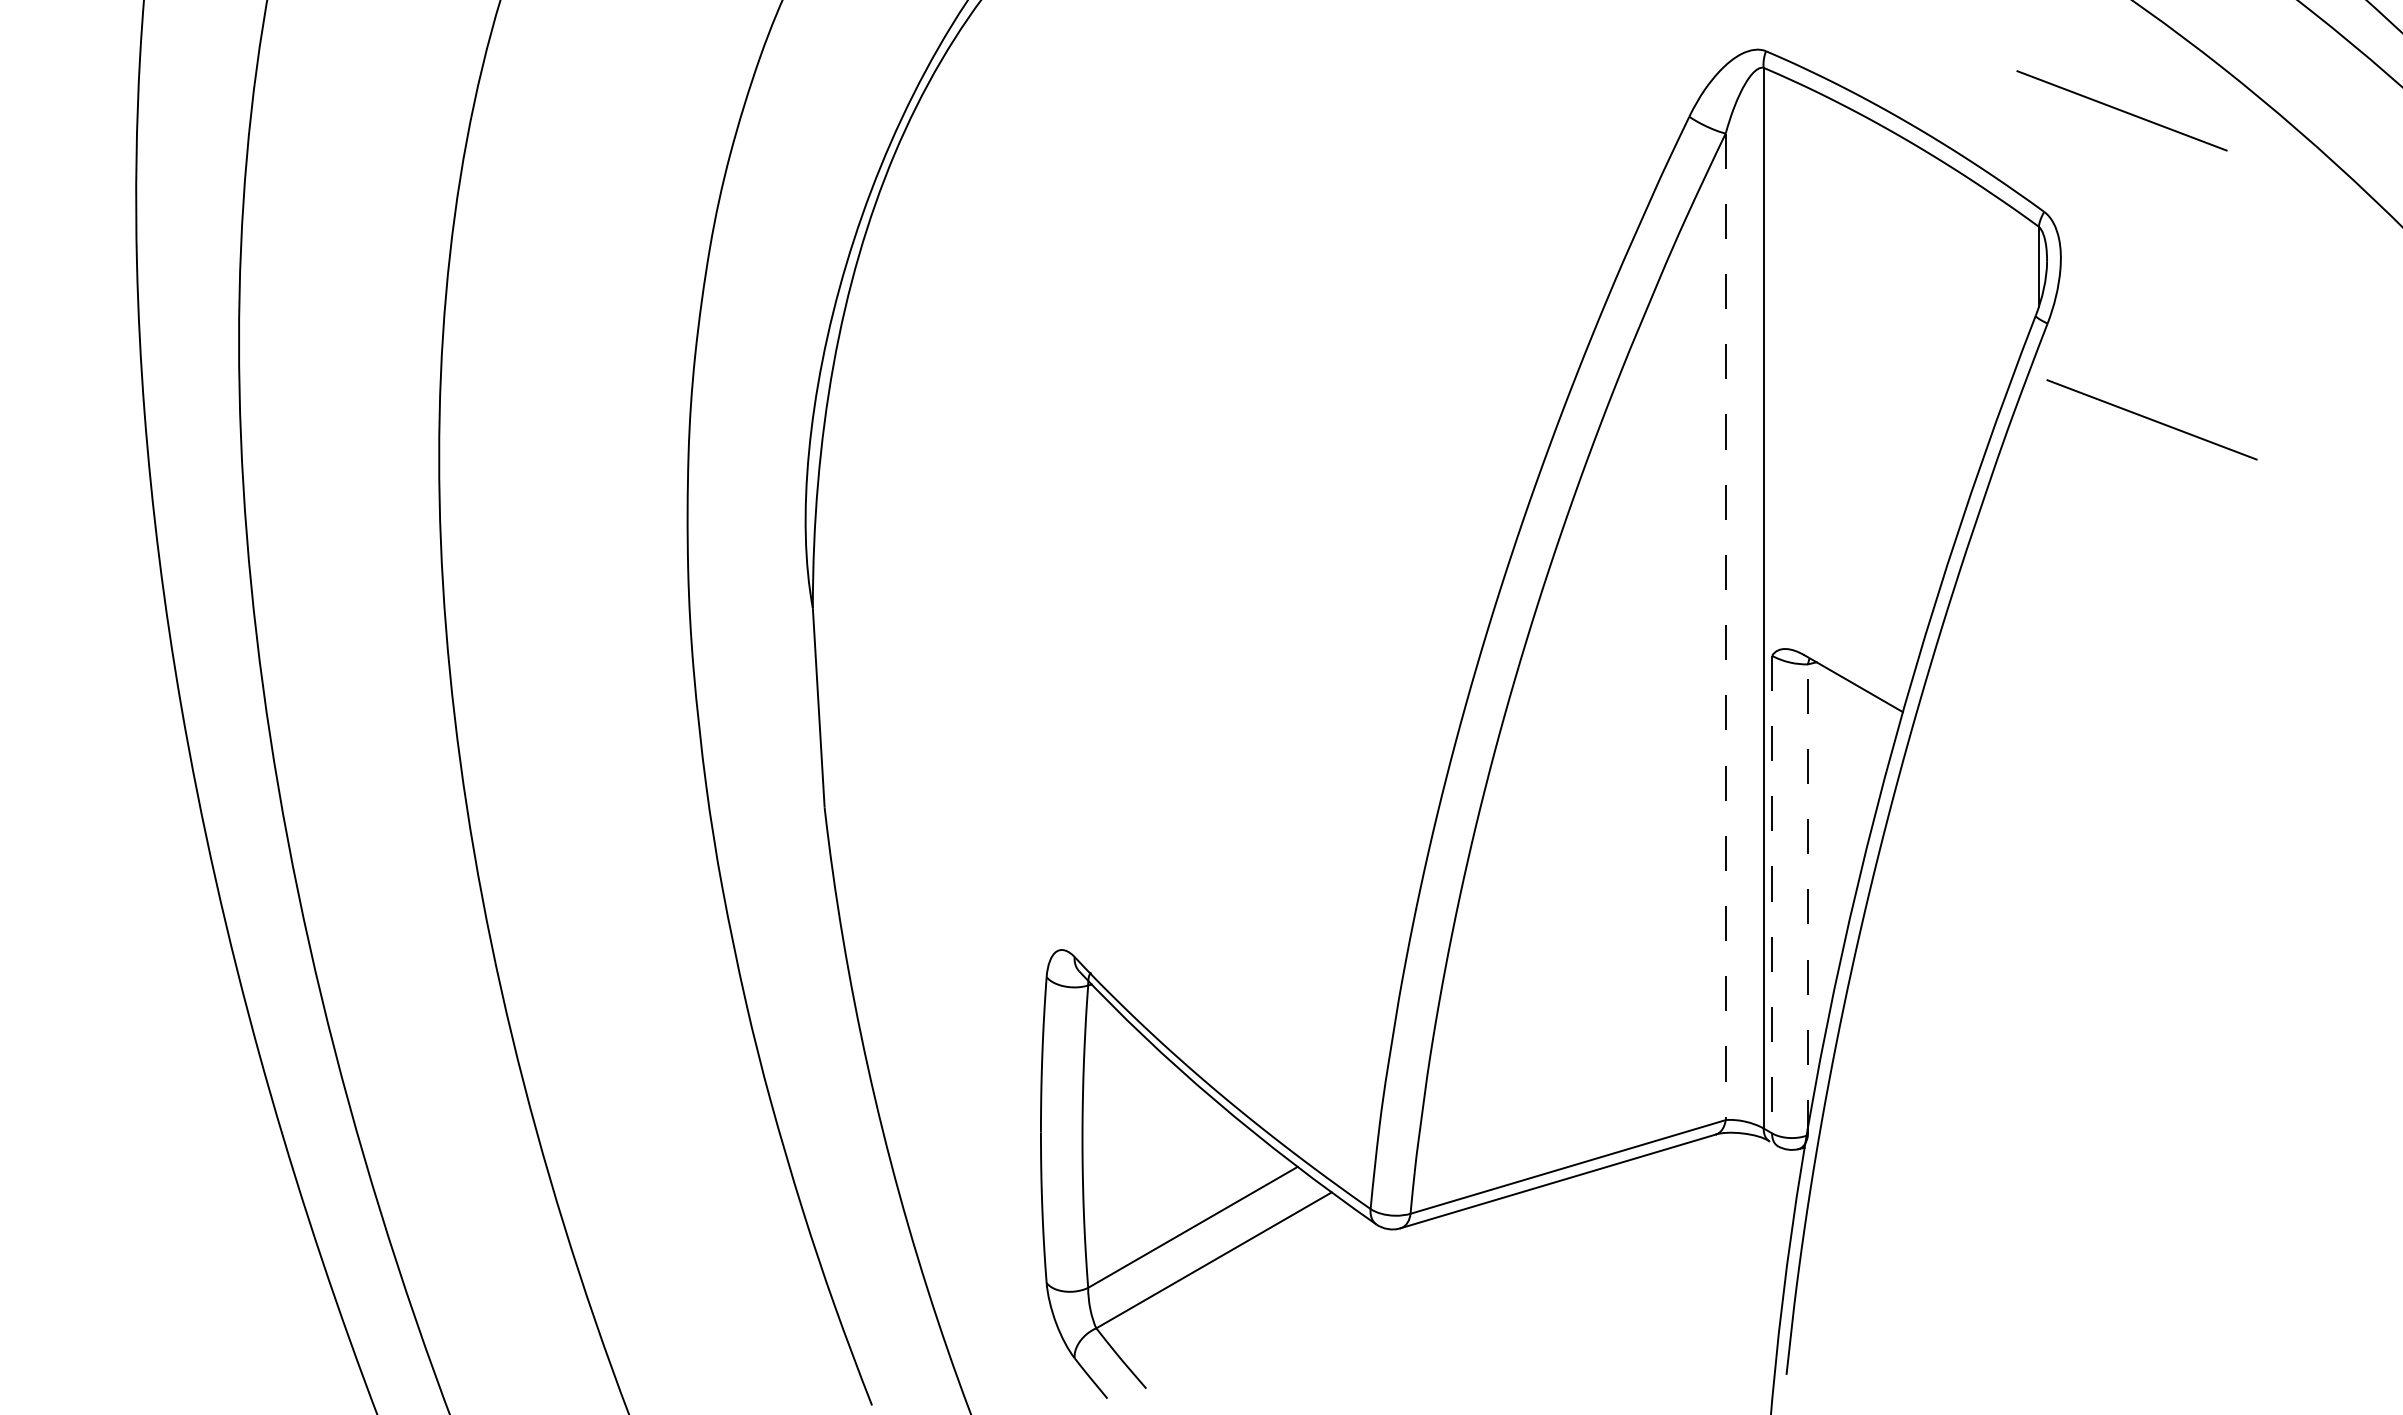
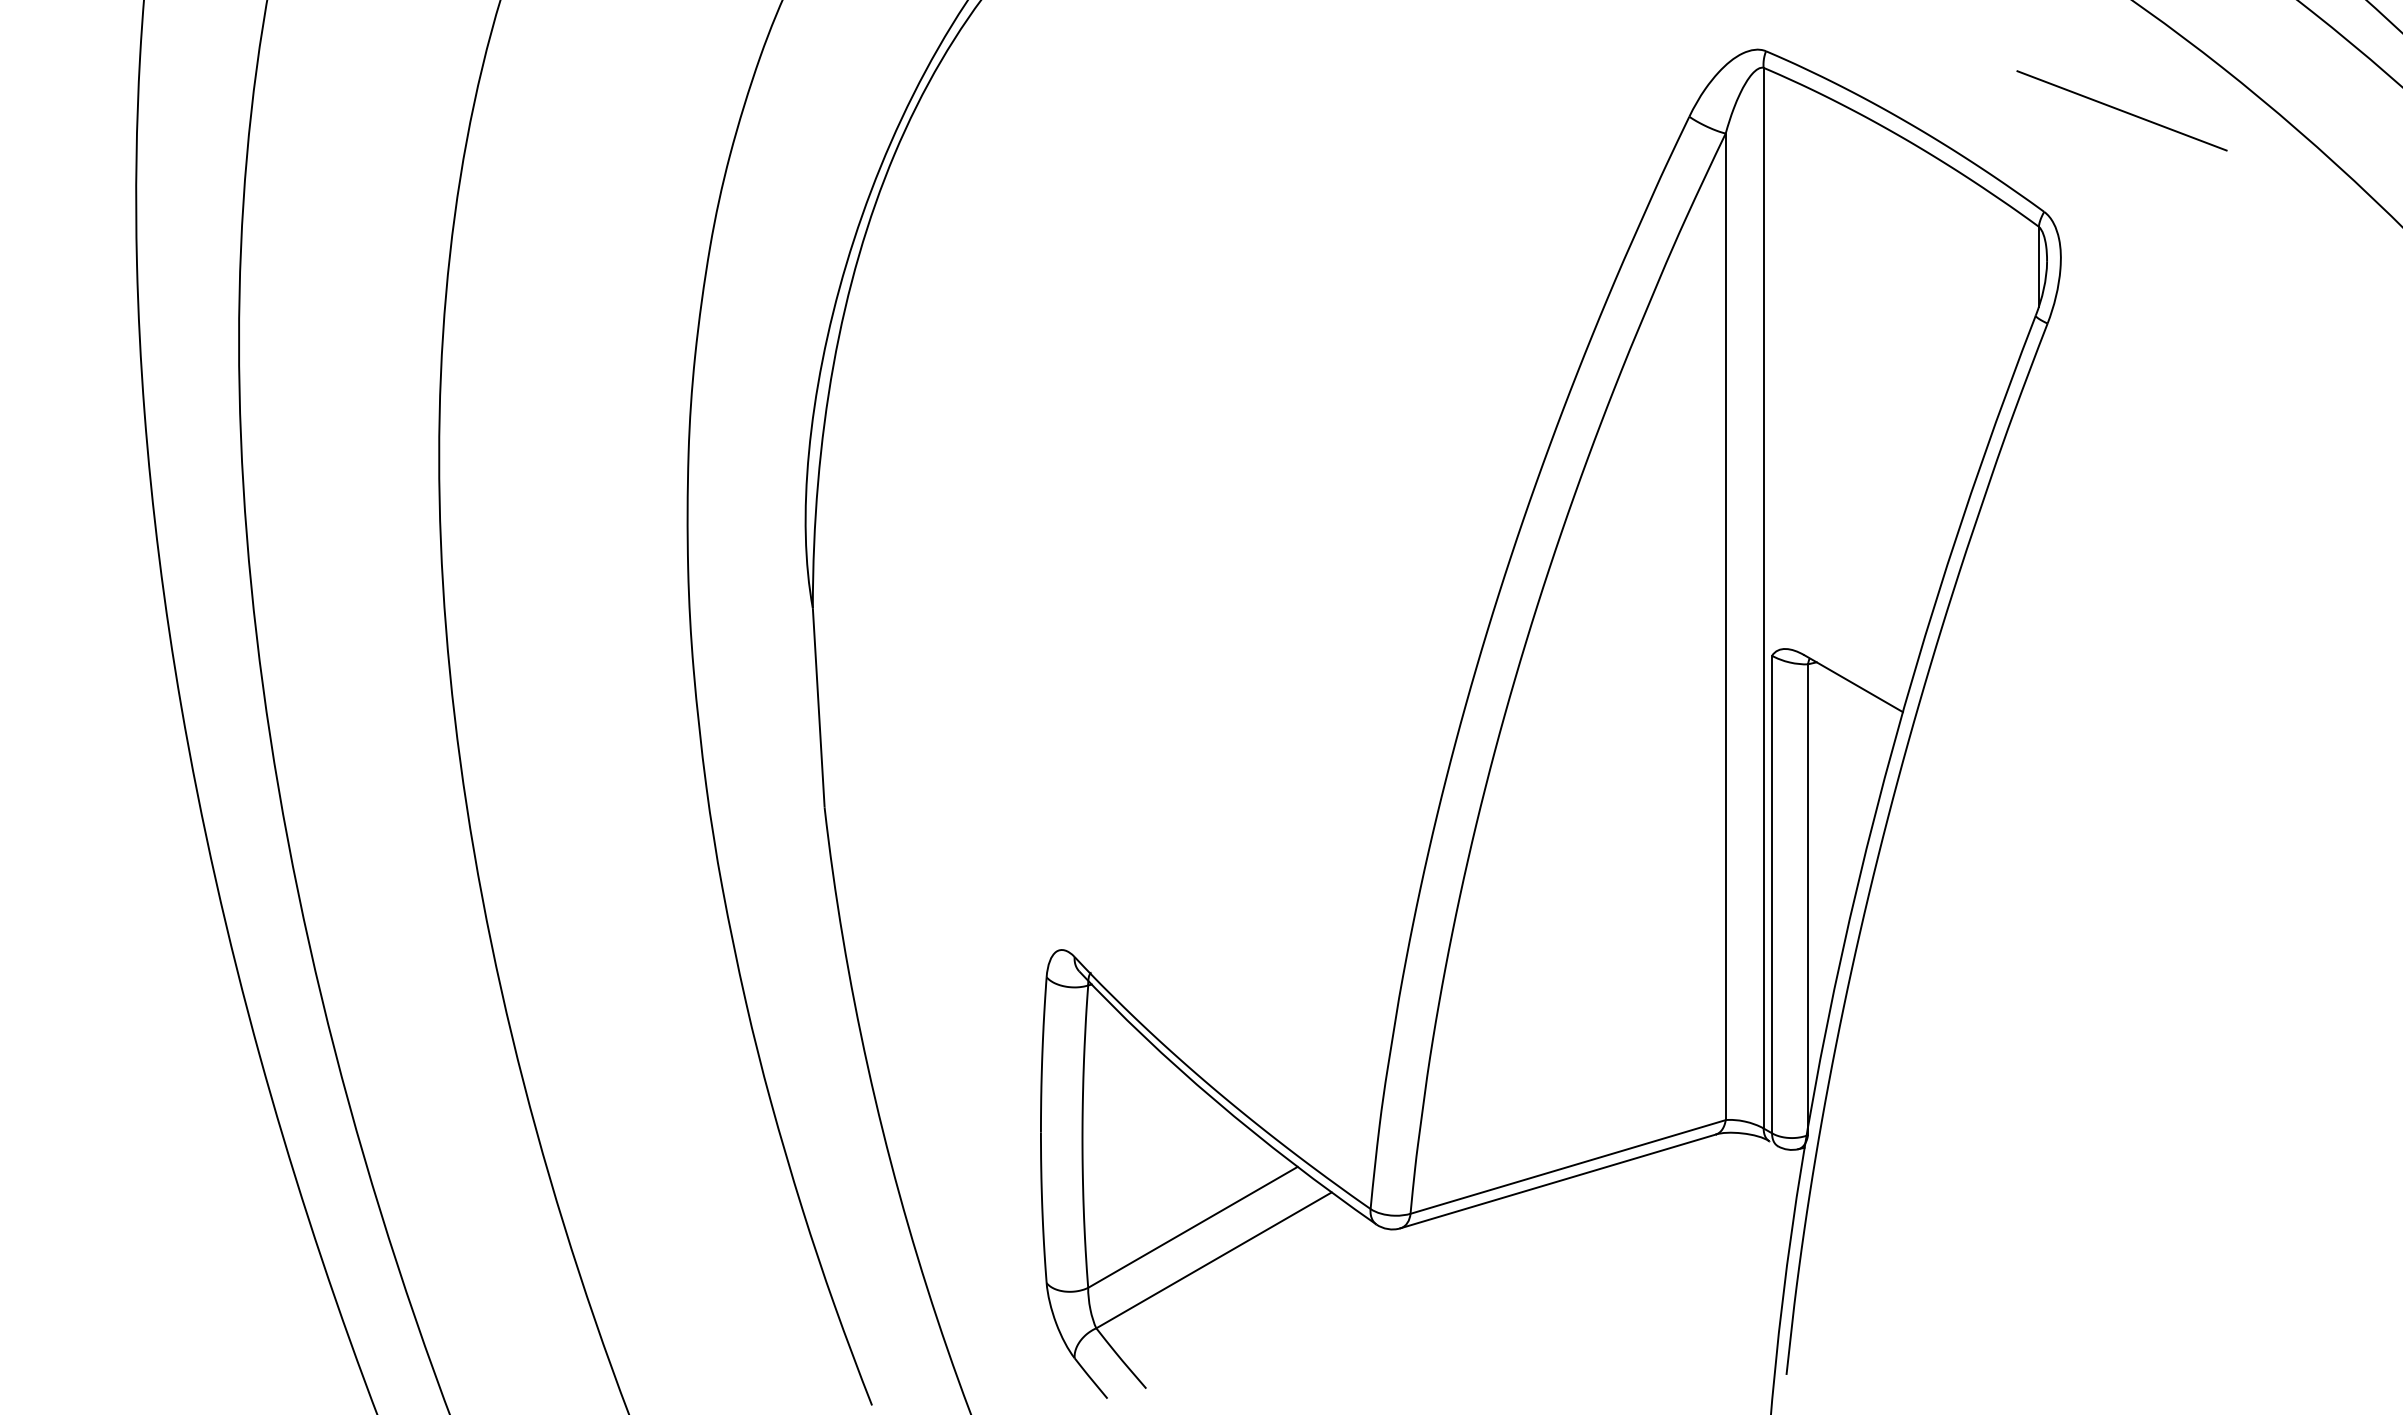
line at (2151, 419): present -> none
line at (1725, 627): dashed -> solid
line at (1772, 894): dashed -> solid
line at (1808, 899): dashed -> solid
